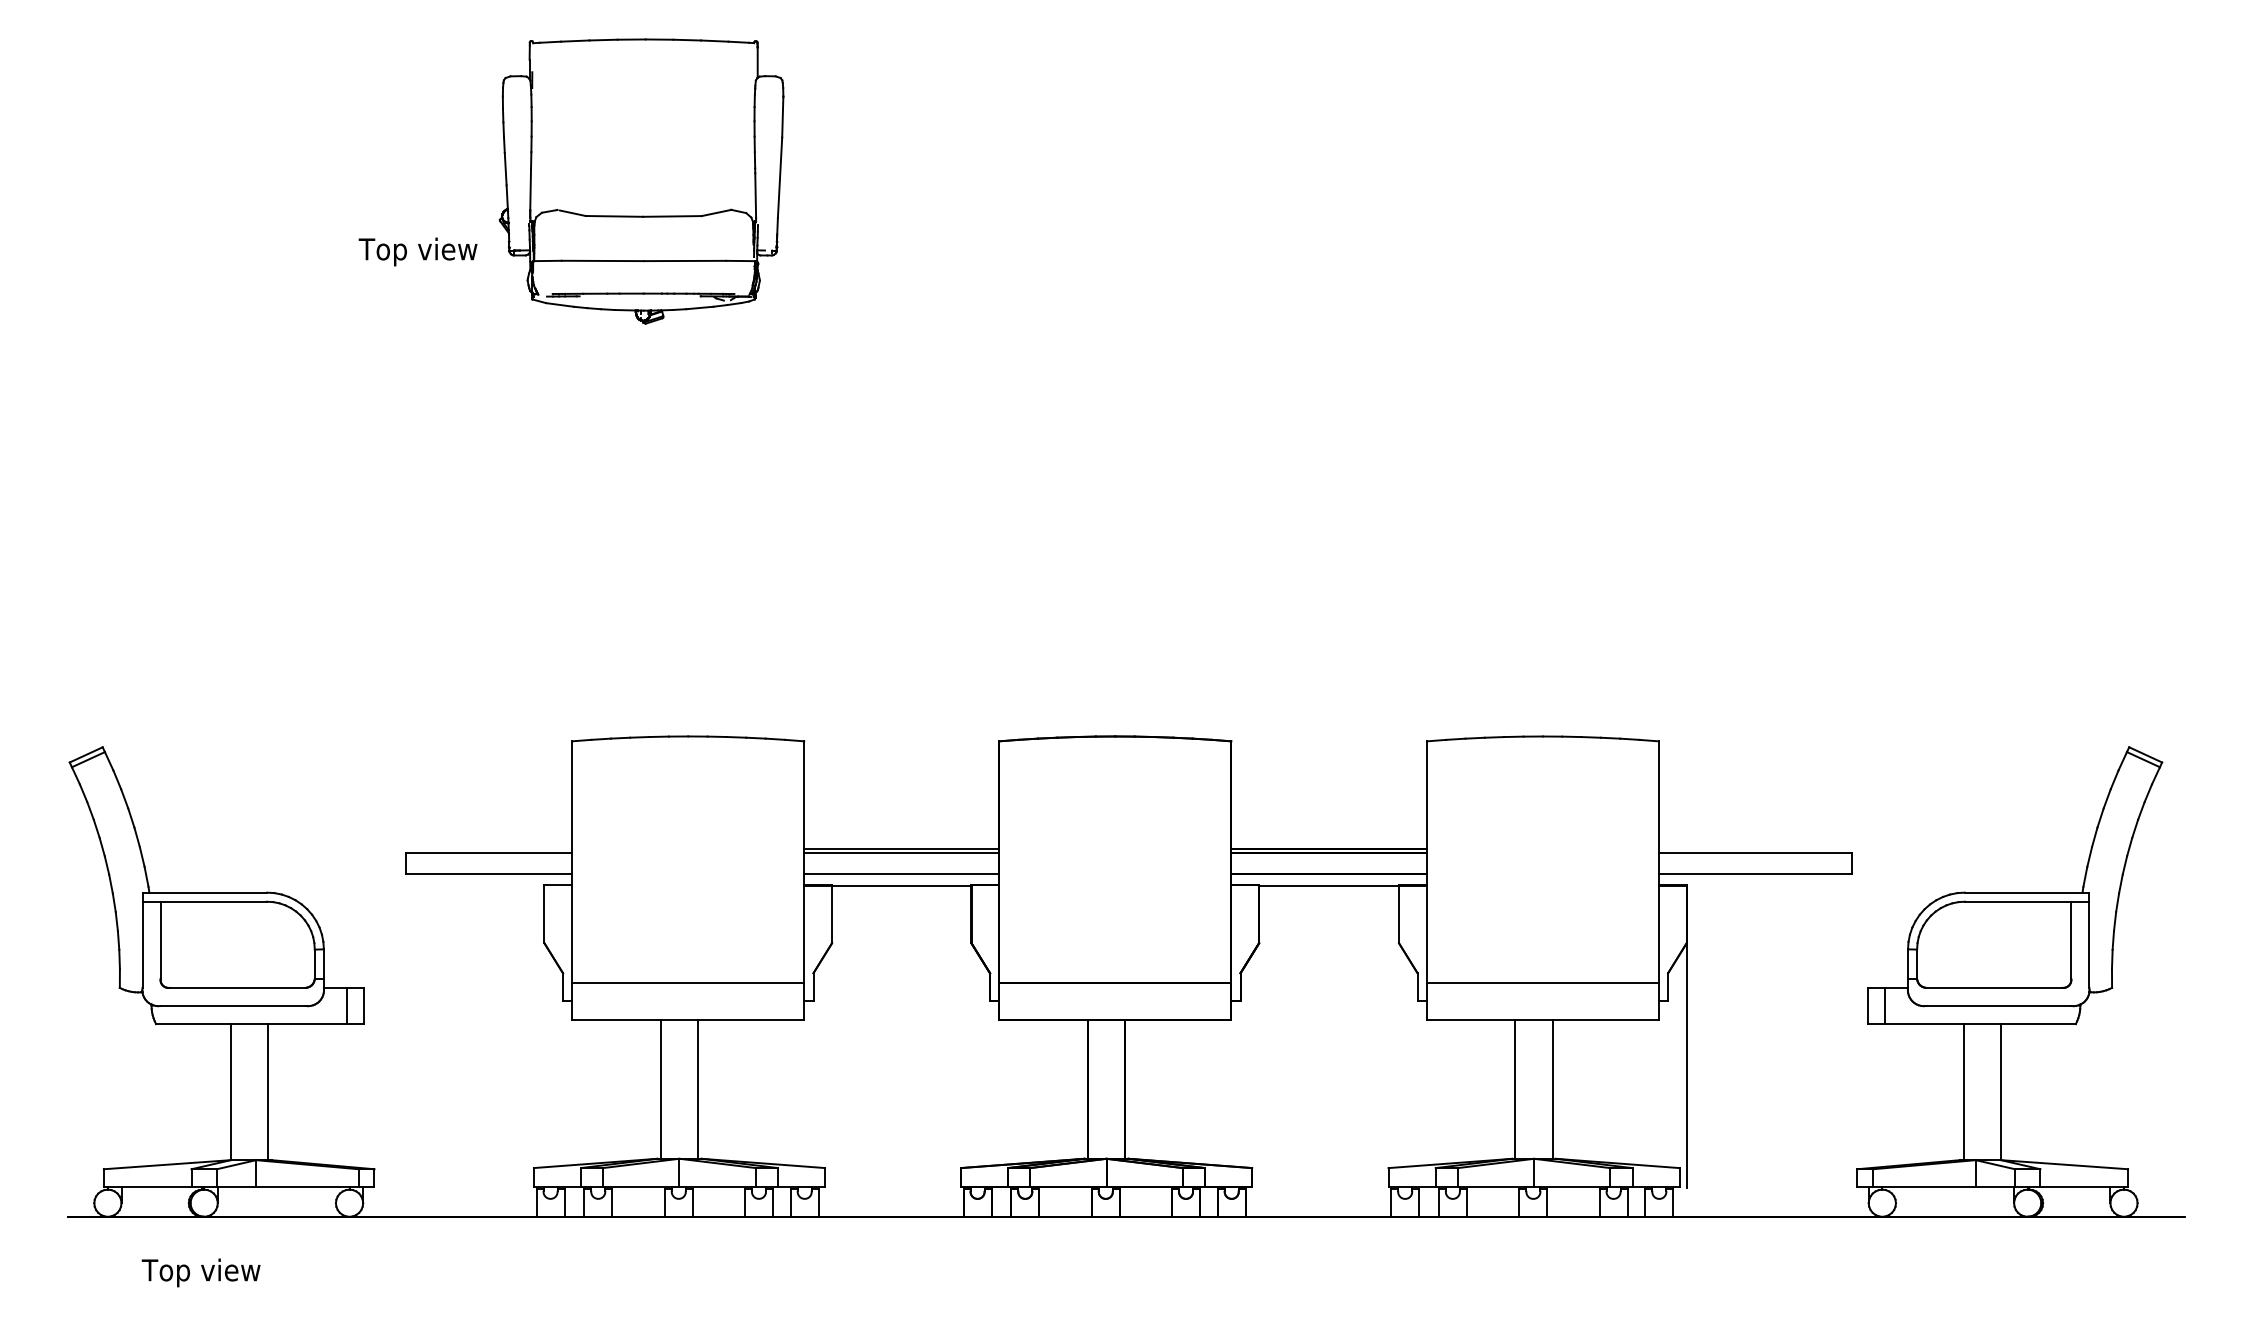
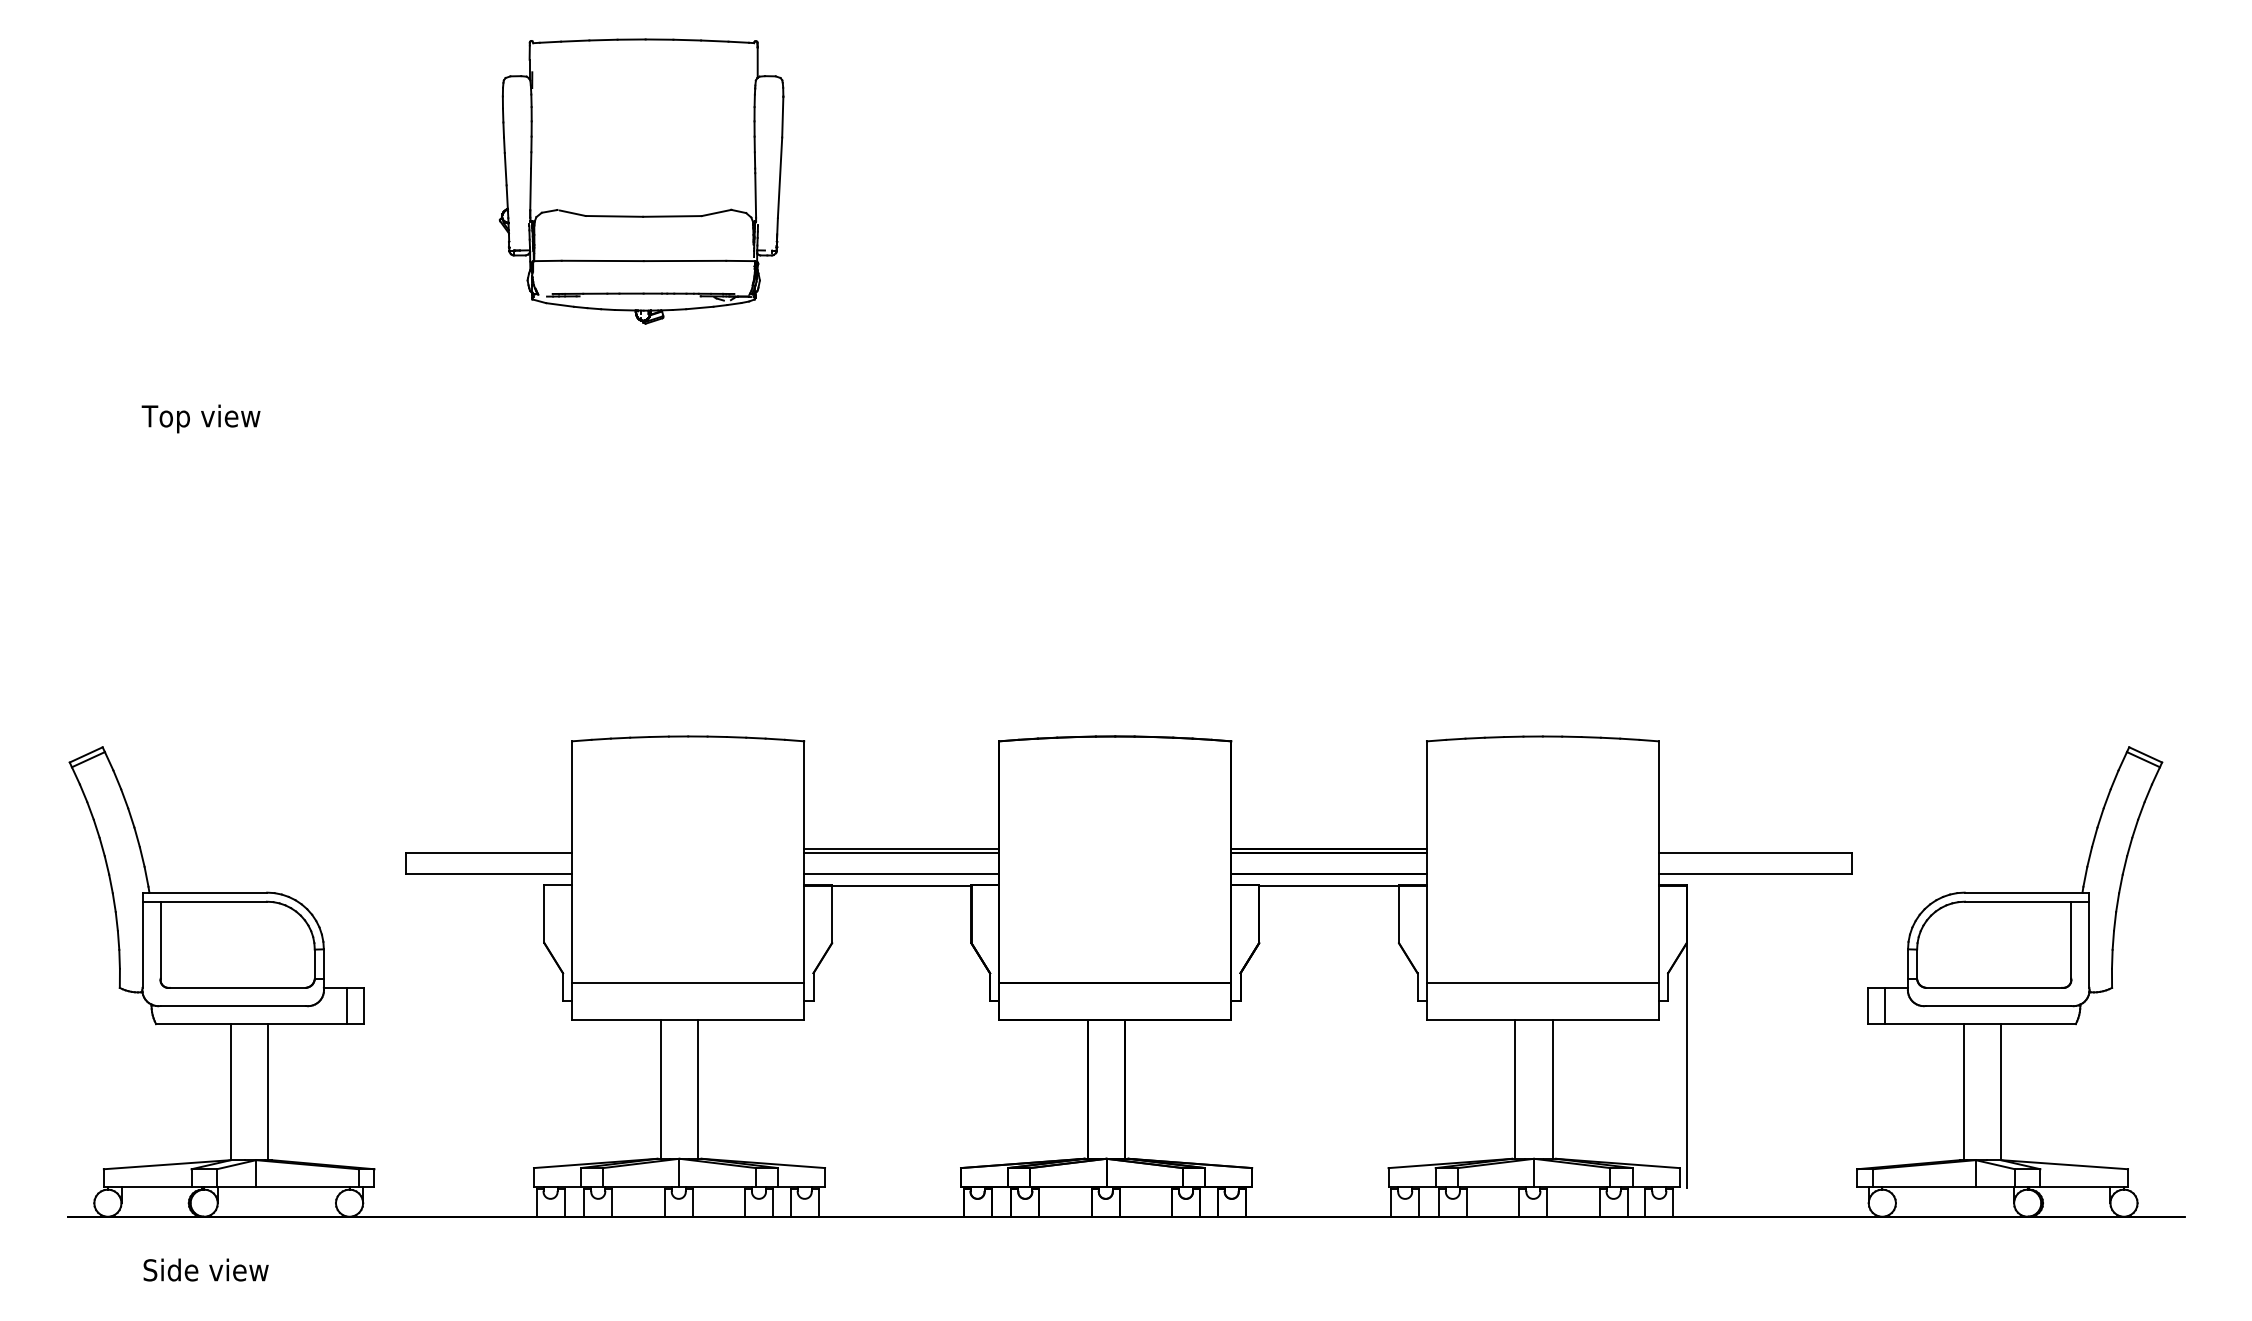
text at (417, 251) position: (417, 251) -> (200, 418)
text at (204, 1272): Top view -> Side view
